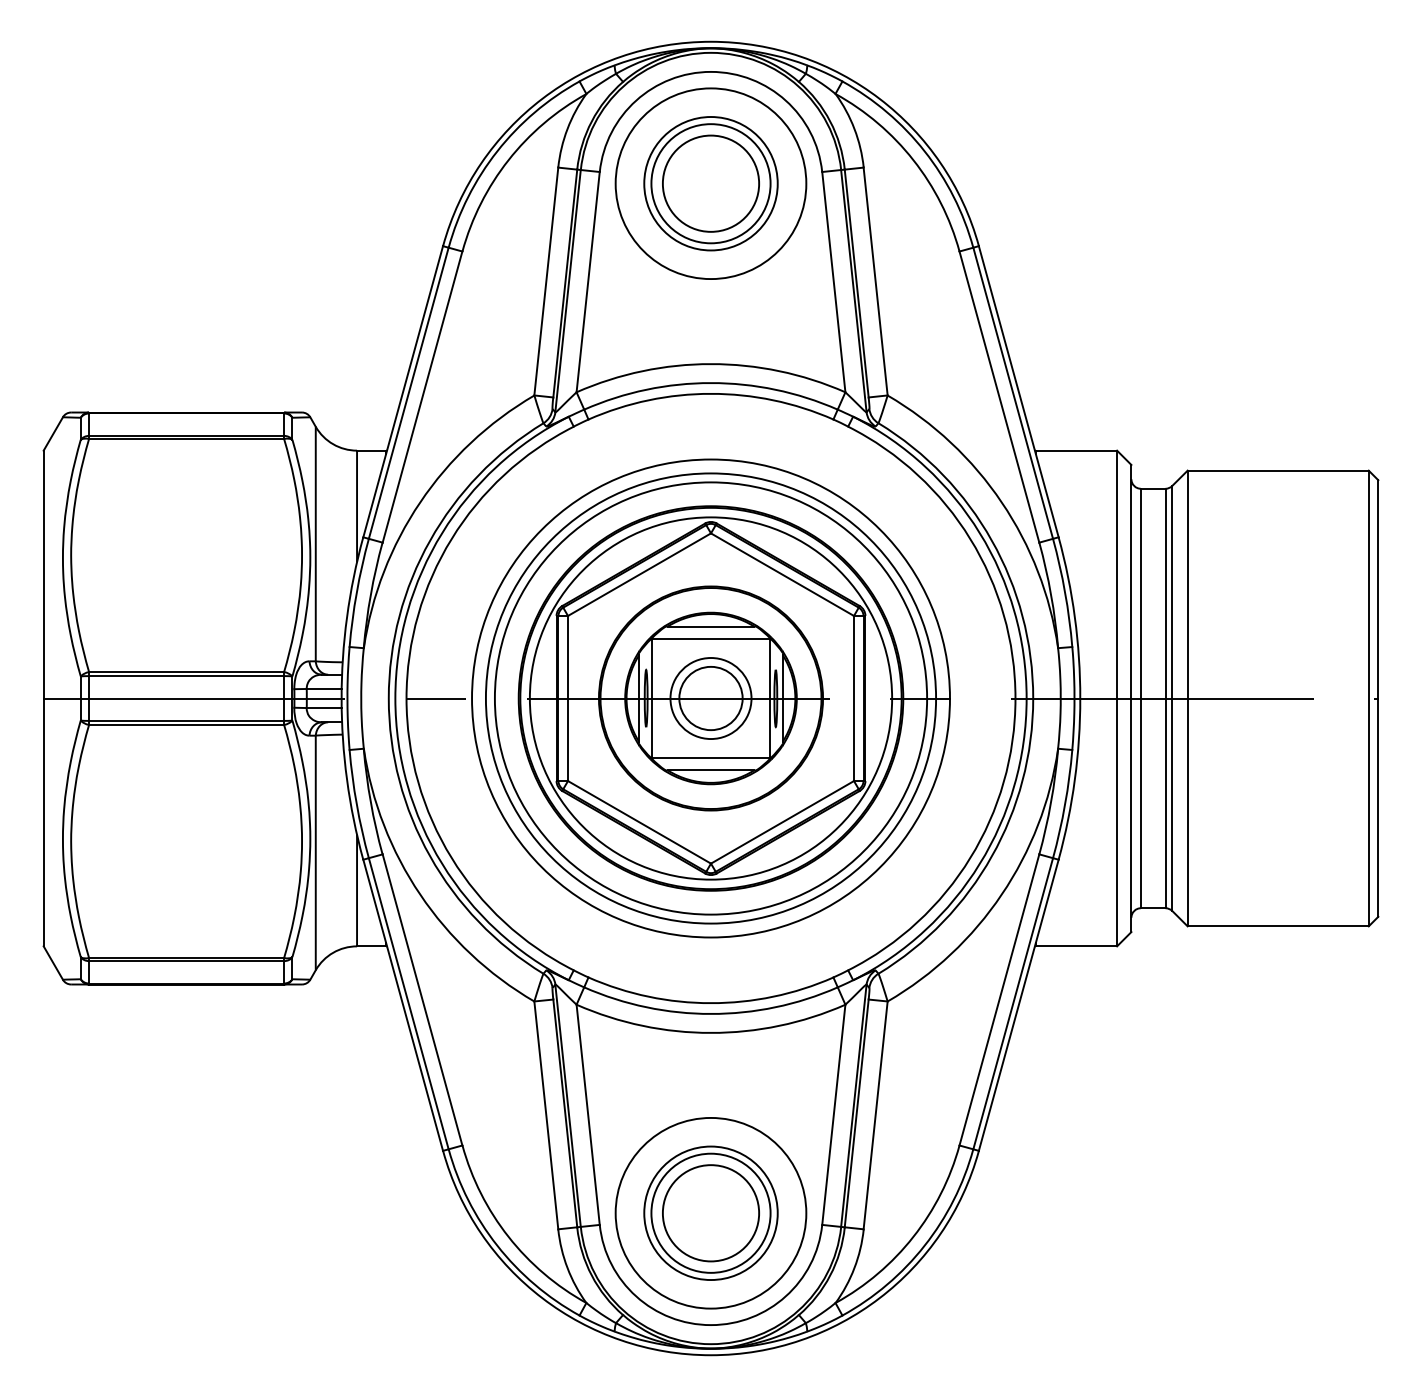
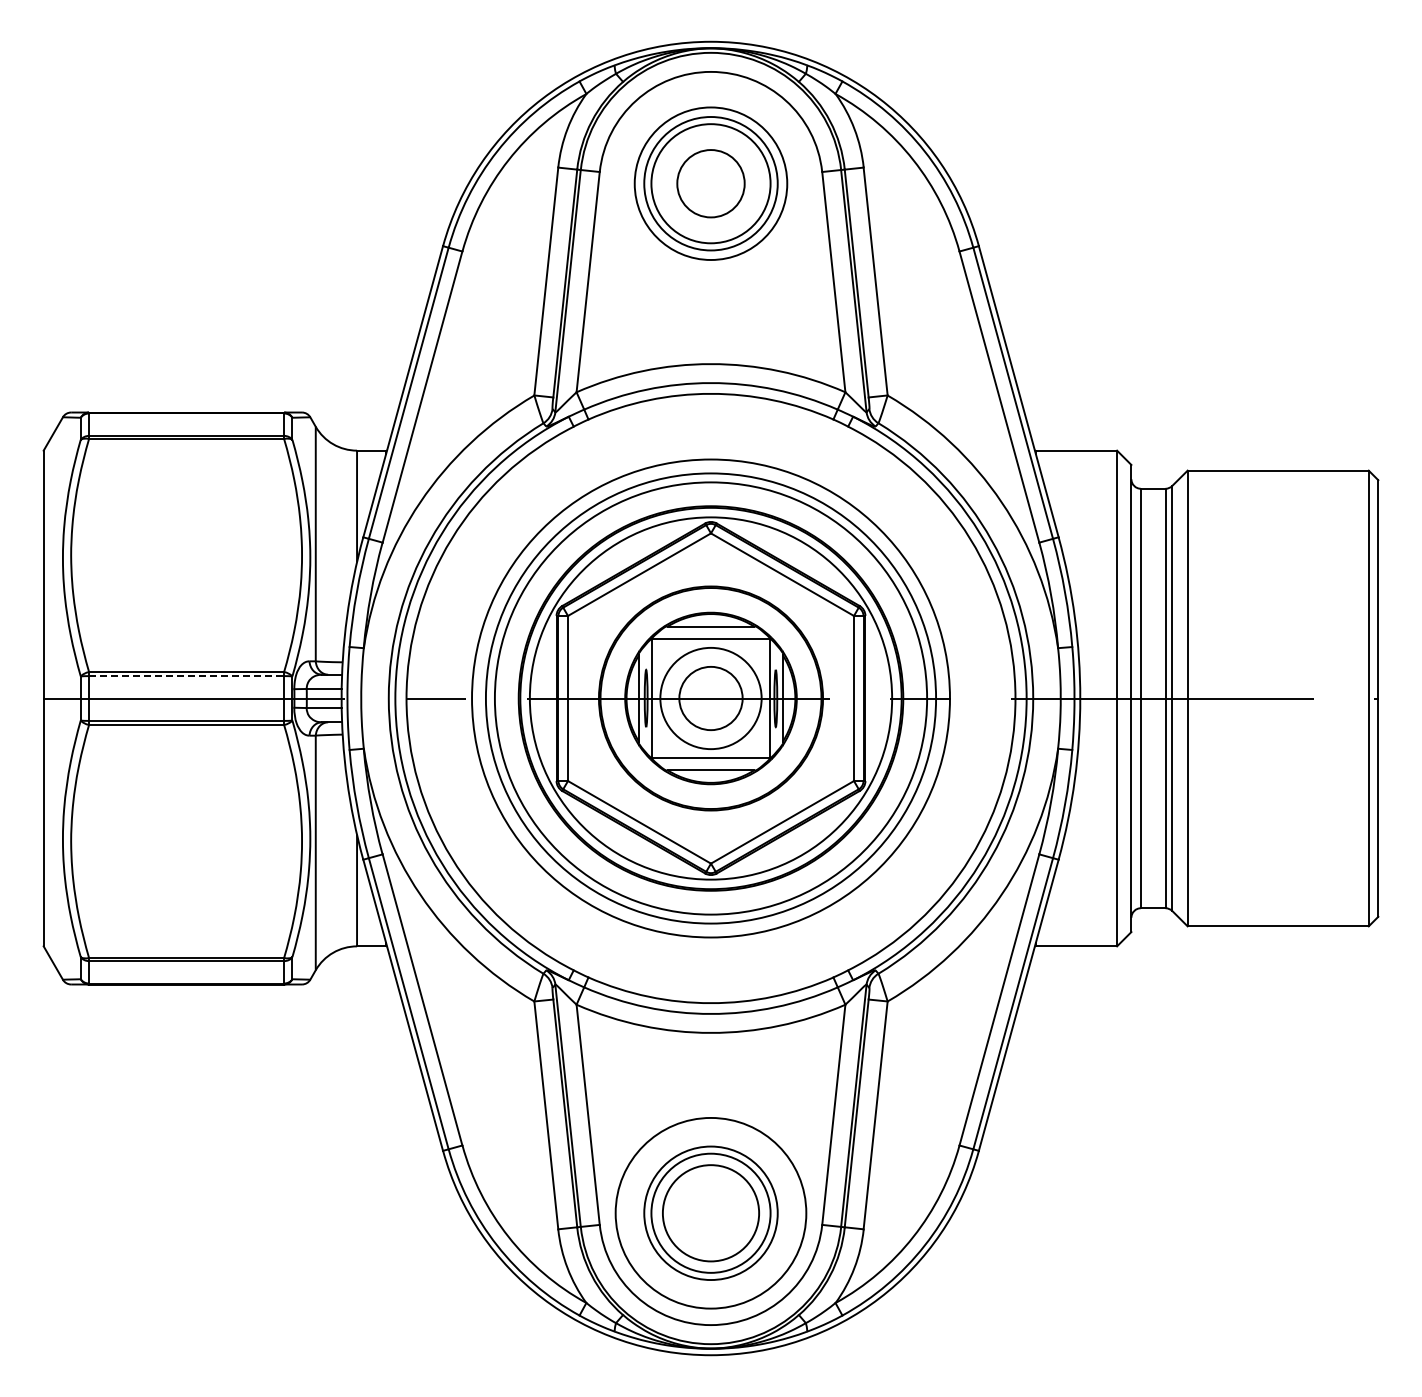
circle at (710, 183) diameter: 191 px -> 153 px
circle at (710, 183) diameter: 96 px -> 67 px
line at (186, 676): solid -> dashed
circle at (710, 698) diameter: 81 px -> 101 px
